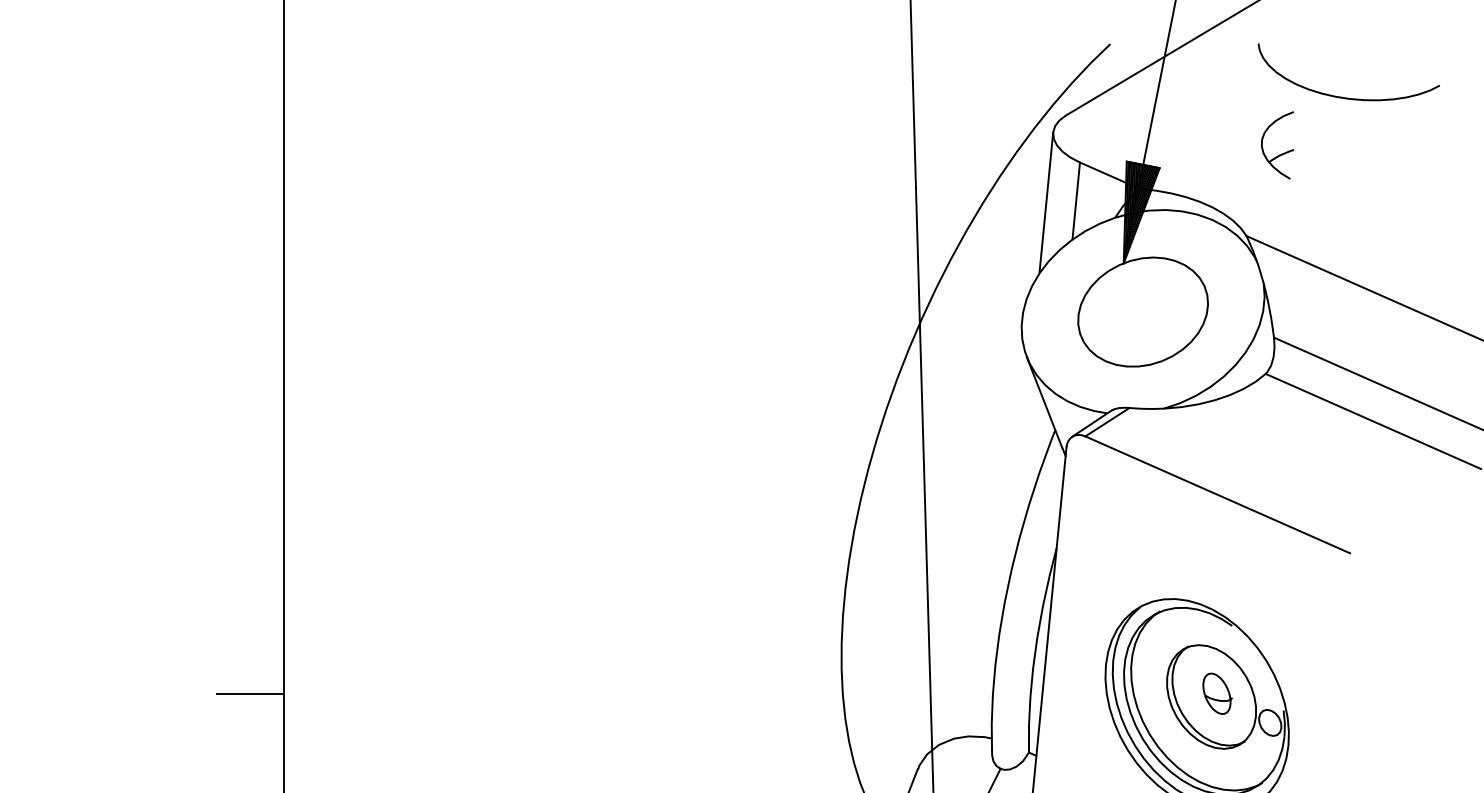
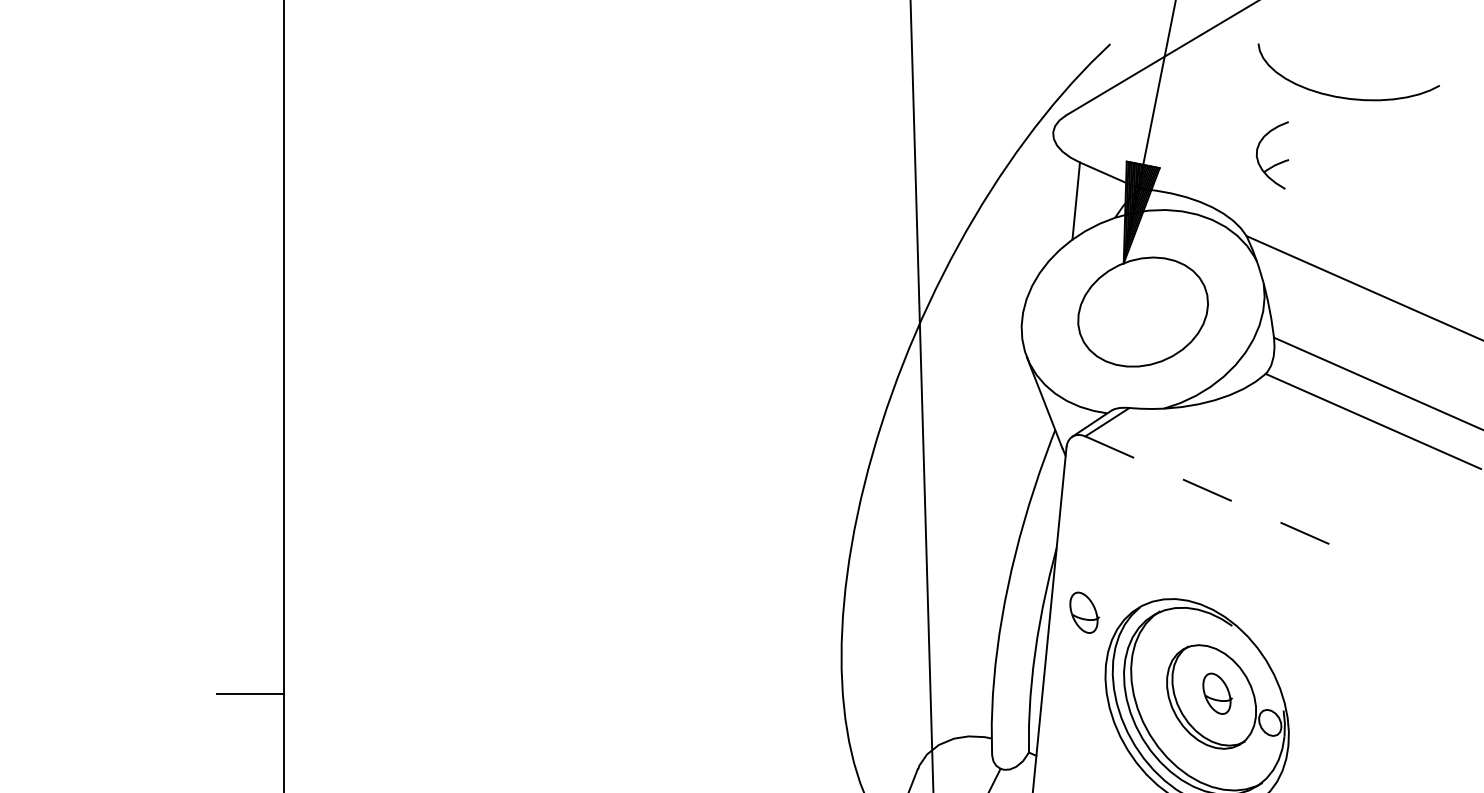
part at (1281, 153) position: (1281, 153) -> (1276, 163)
line at (1046, 202): present -> none
line at (1217, 494): solid -> dashed
part at (1084, 612): none -> present
